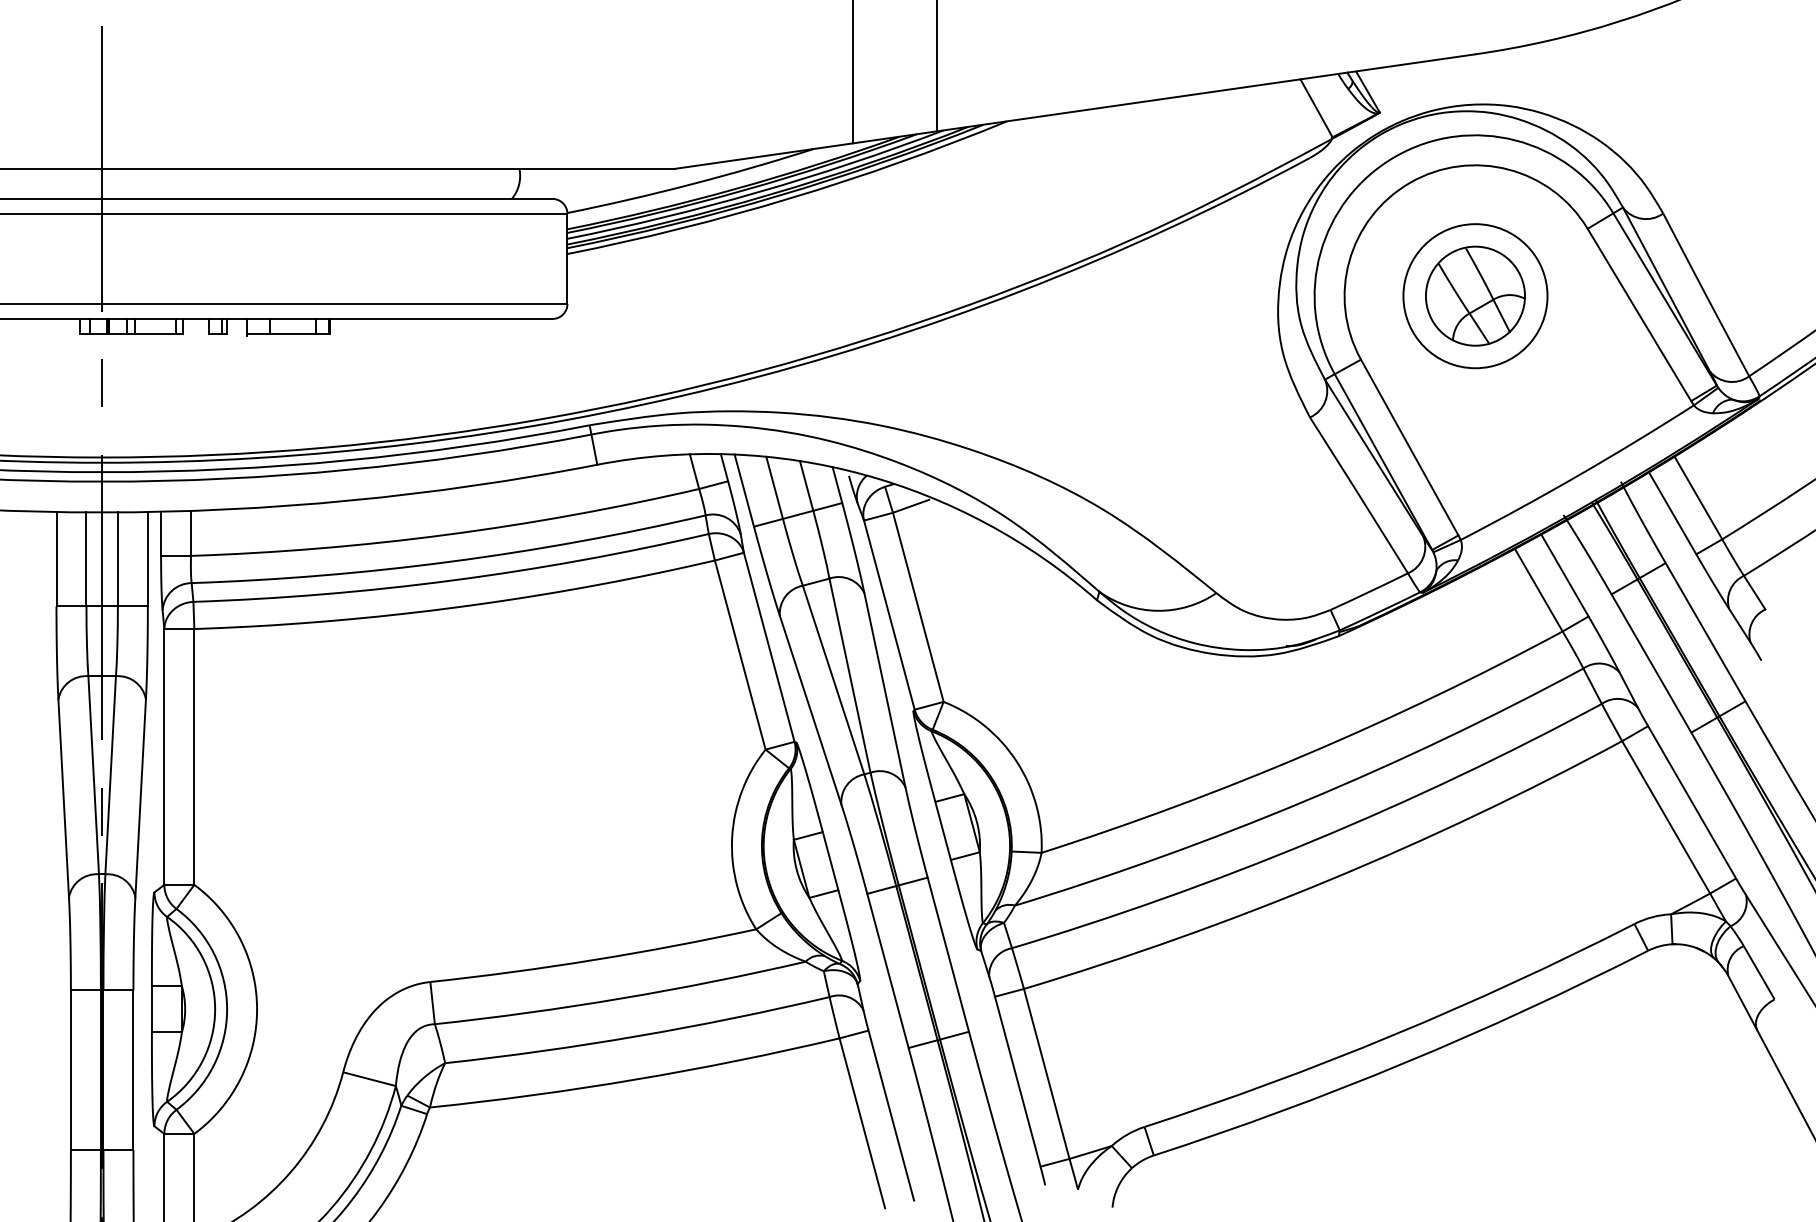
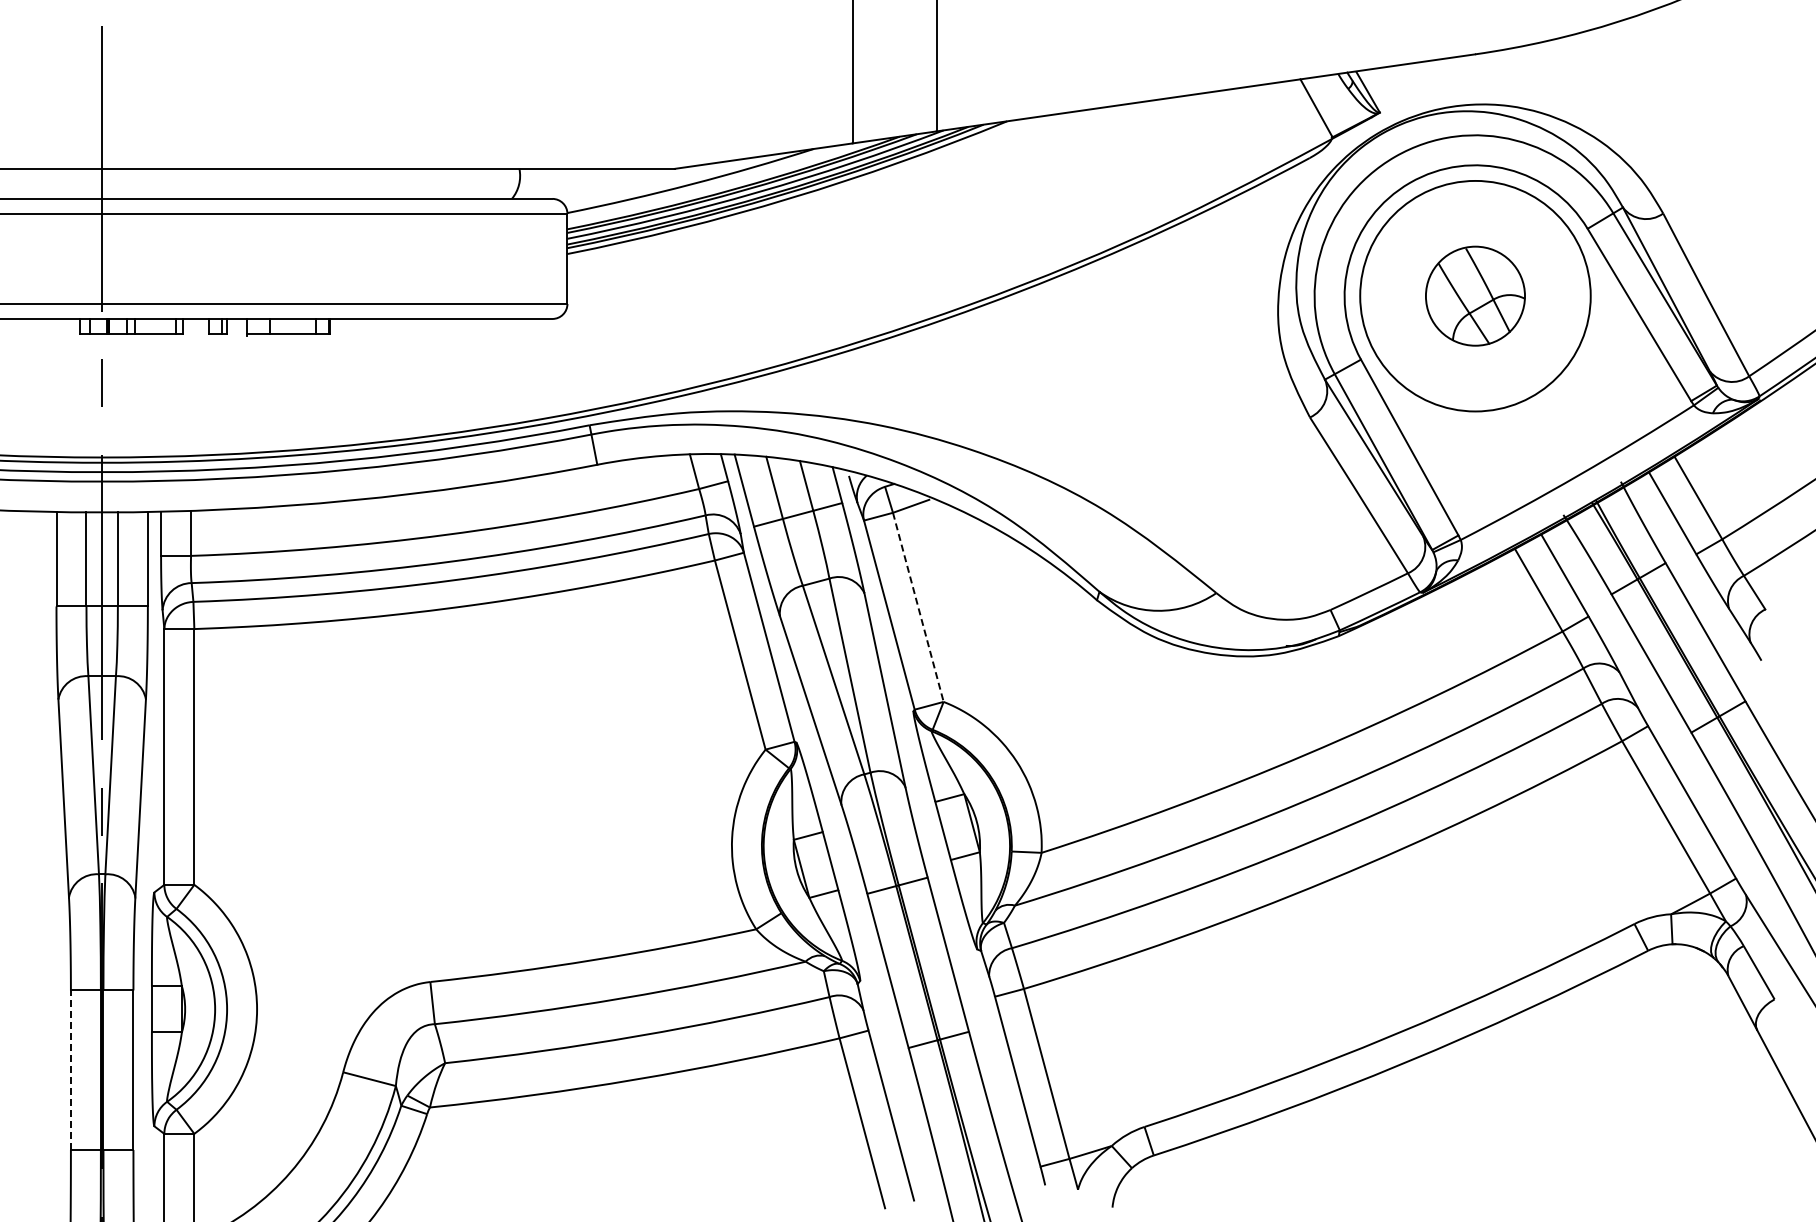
circle at (1475, 296) diameter: 144 px -> 231 px
line at (918, 607): solid -> dashed
line at (70, 1070): solid -> dashed
